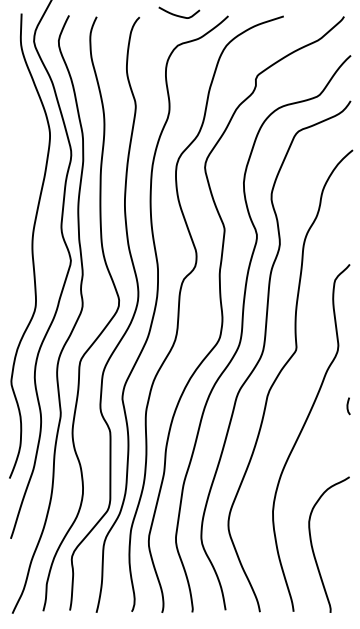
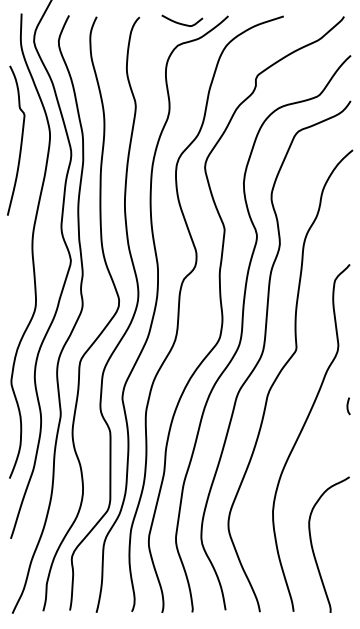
curve at (179, 15) position: (179, 15) -> (182, 23)
curve at (20, 141): none -> present
